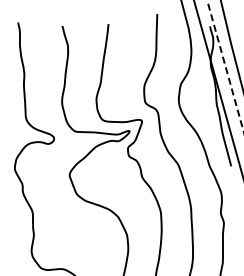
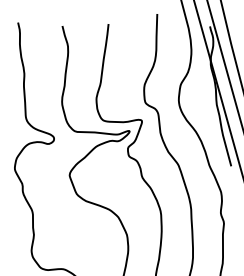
line at (225, 67): dashed -> solid
